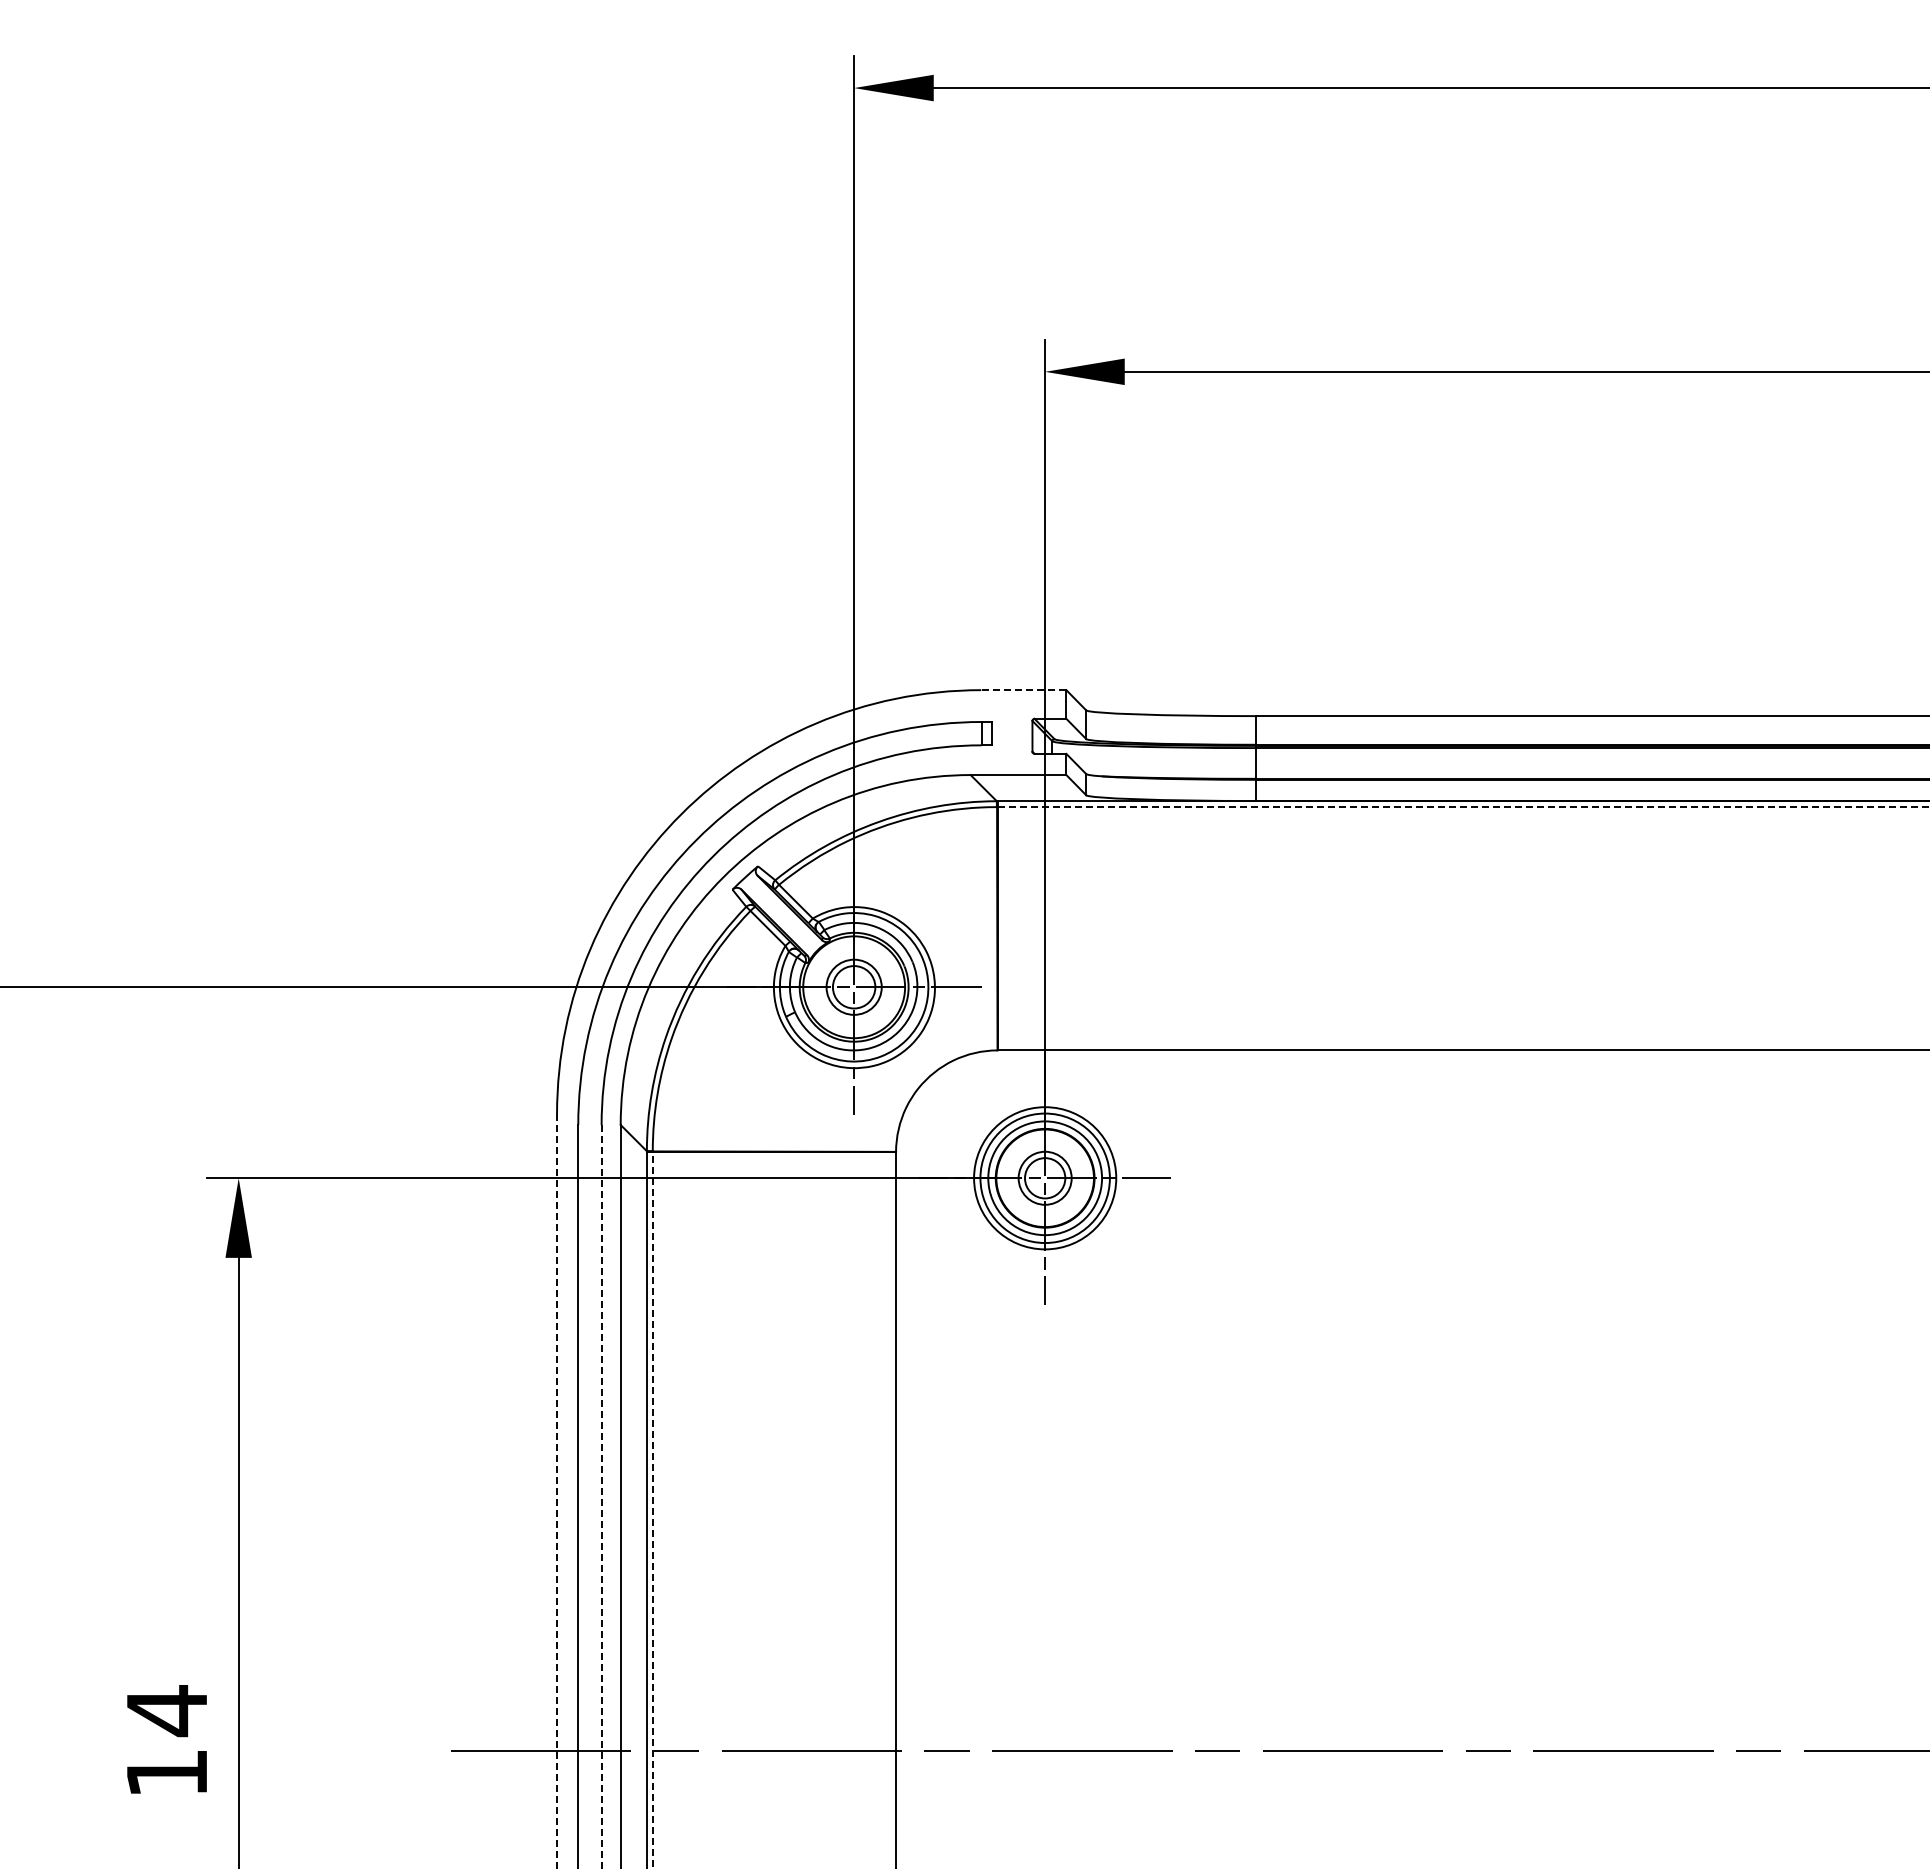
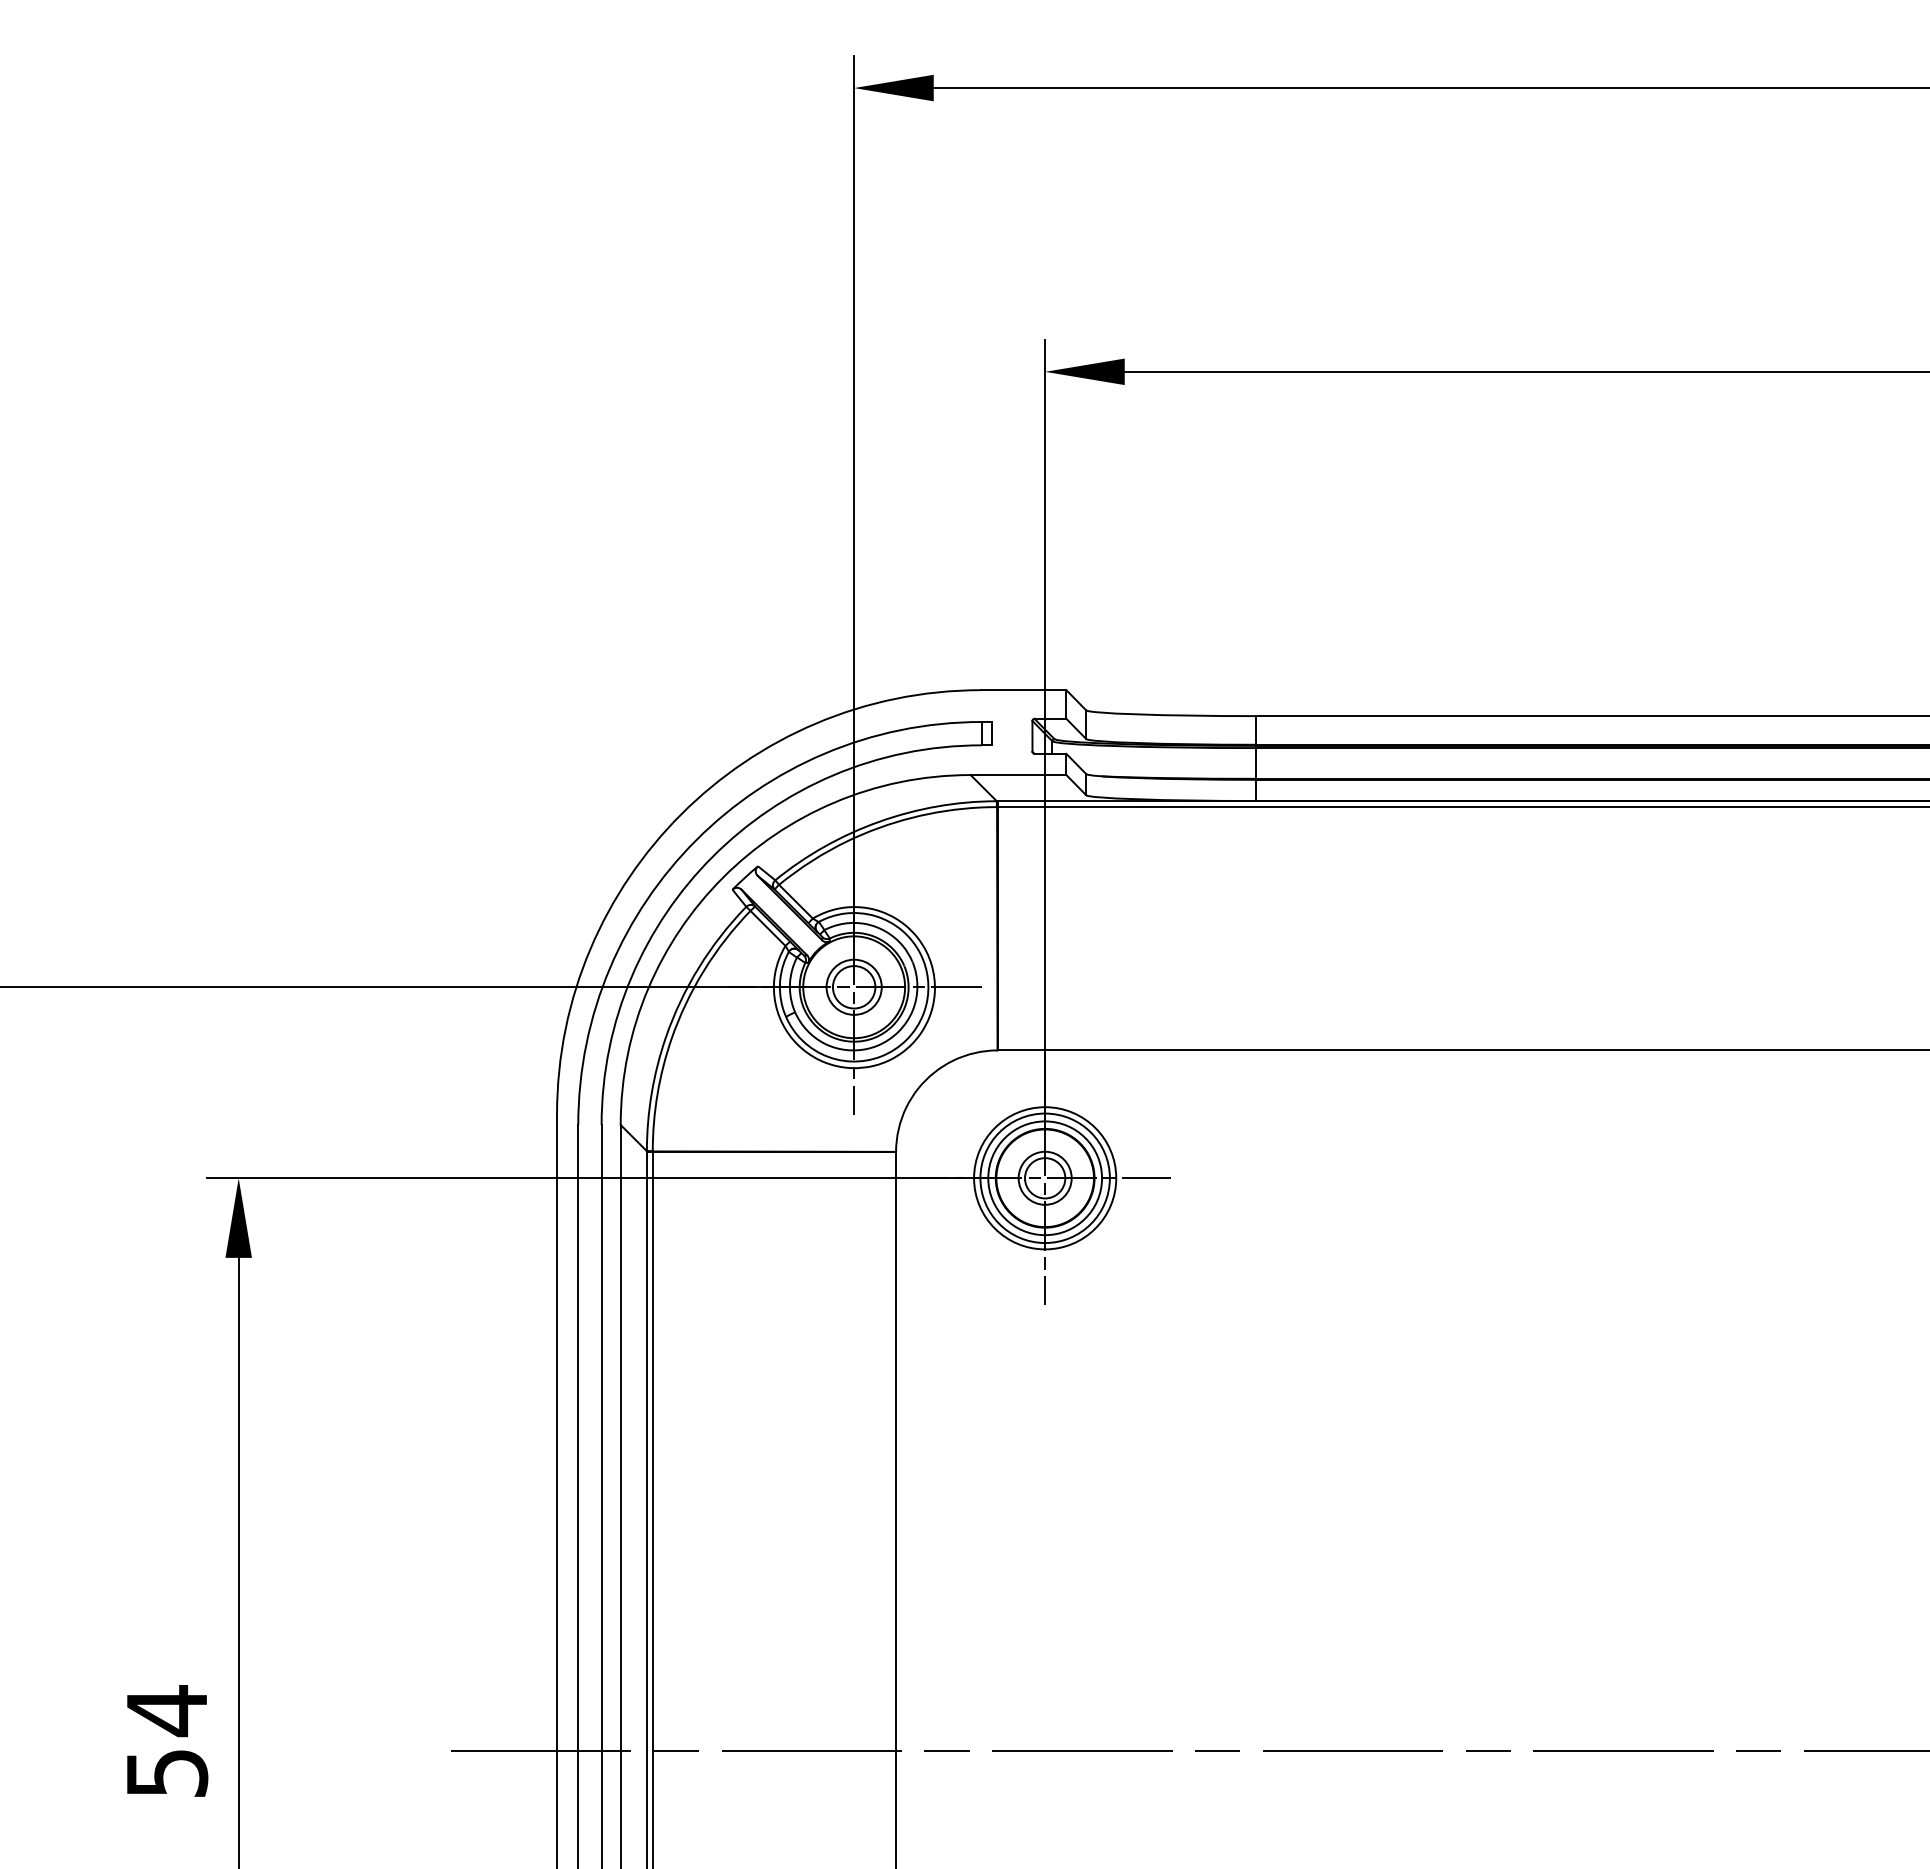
line at (1023, 690): dashed -> solid
line at (1463, 807): dashed -> solid
line at (557, 1491): dashed -> solid
line at (601, 1496): dashed -> solid
line at (652, 1509): dashed -> solid
text at (167, 1773): 14 -> 54
